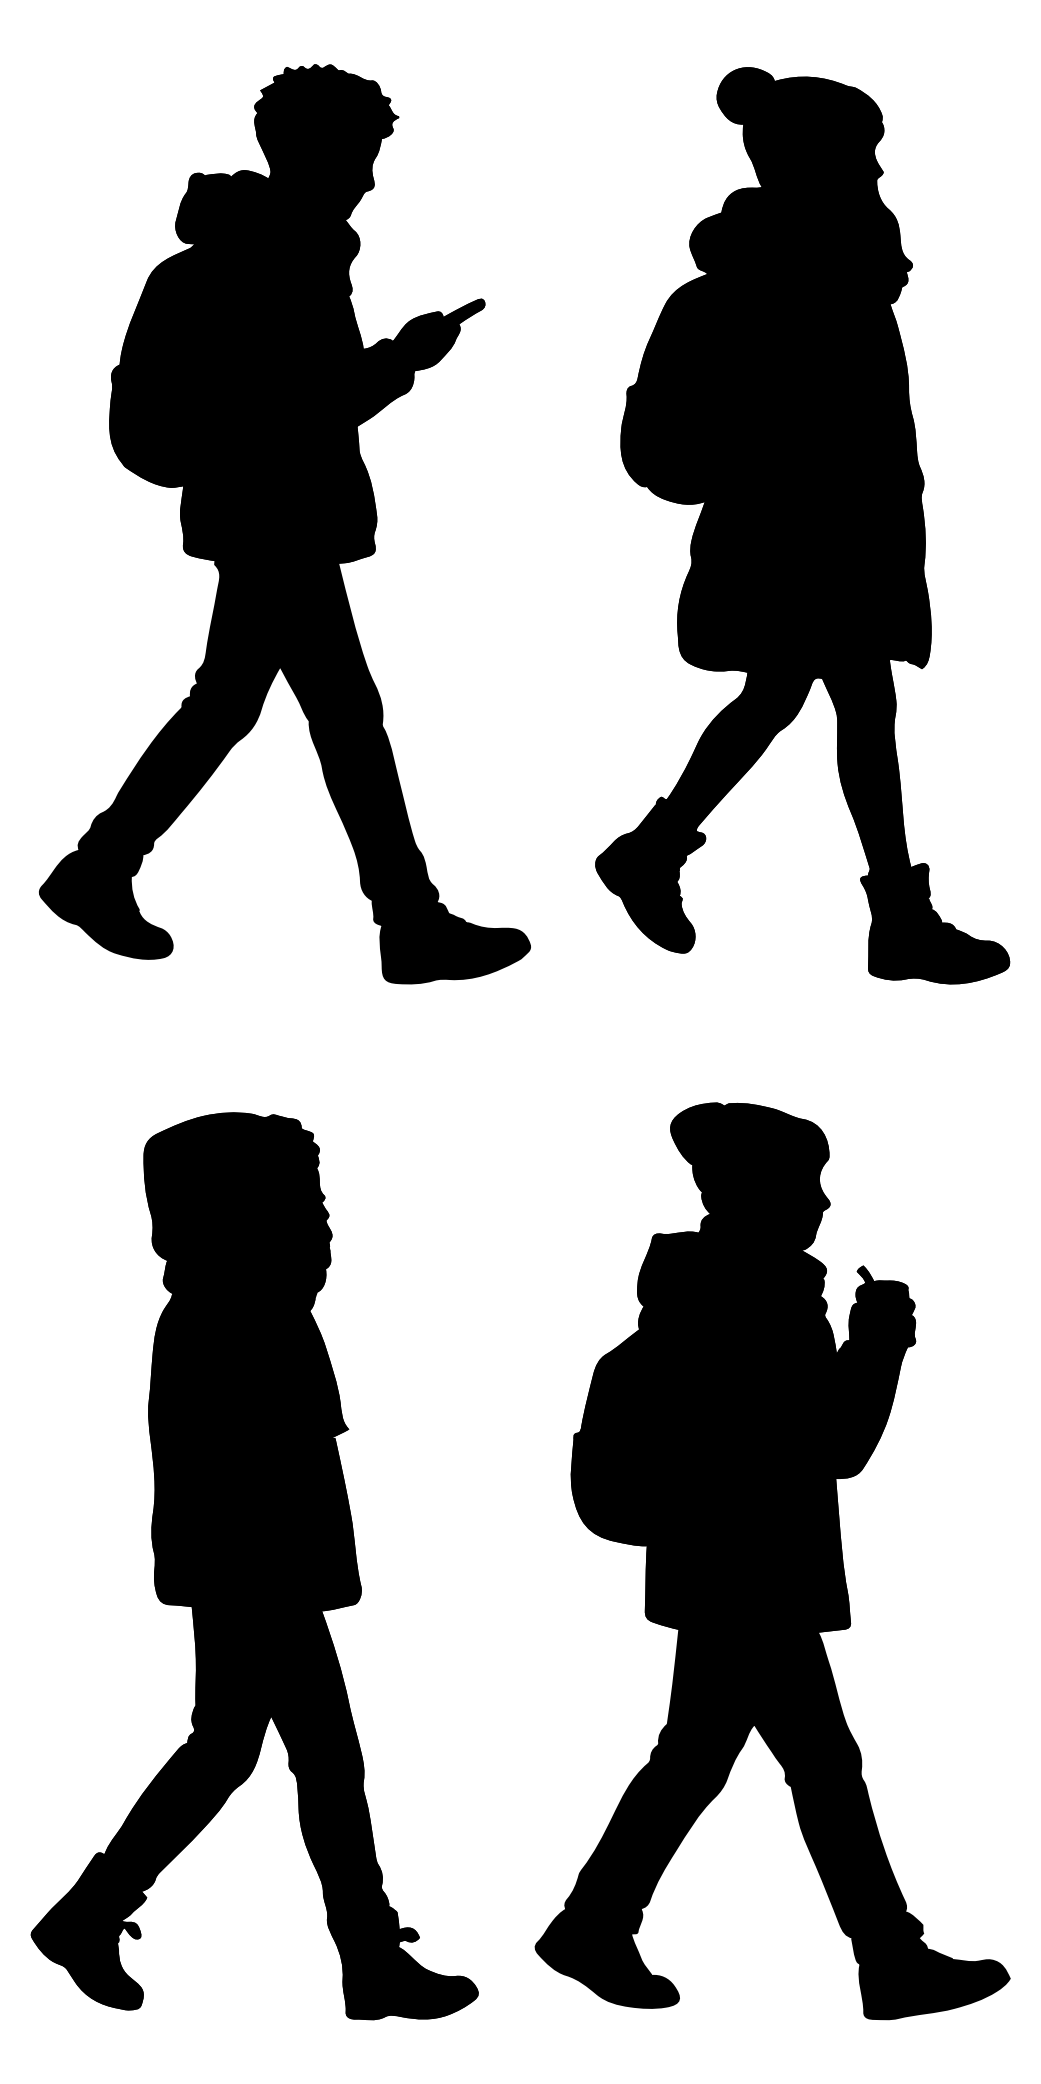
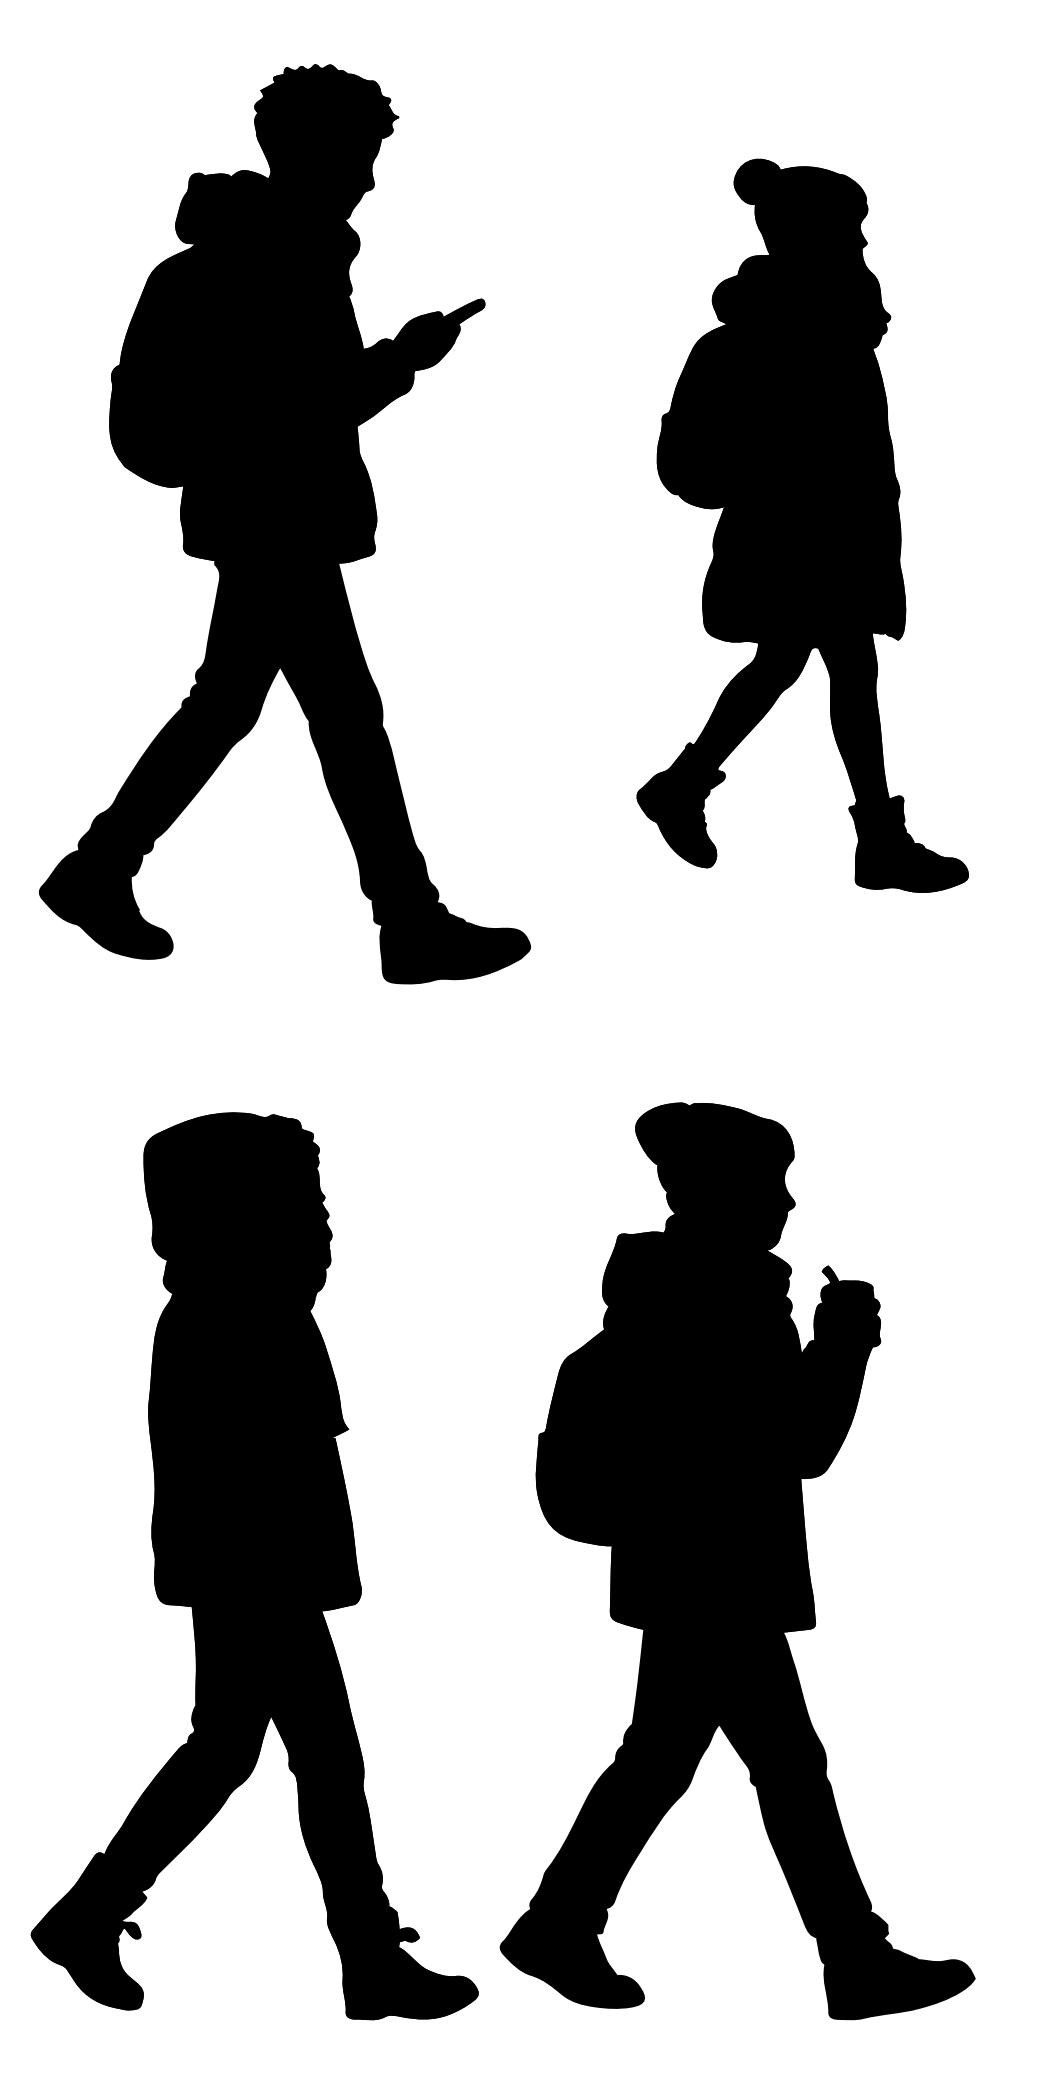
part at (802, 525) size: 416x918 px -> 333x735 px
part at (772, 1561) position: (772, 1561) -> (737, 1561)
